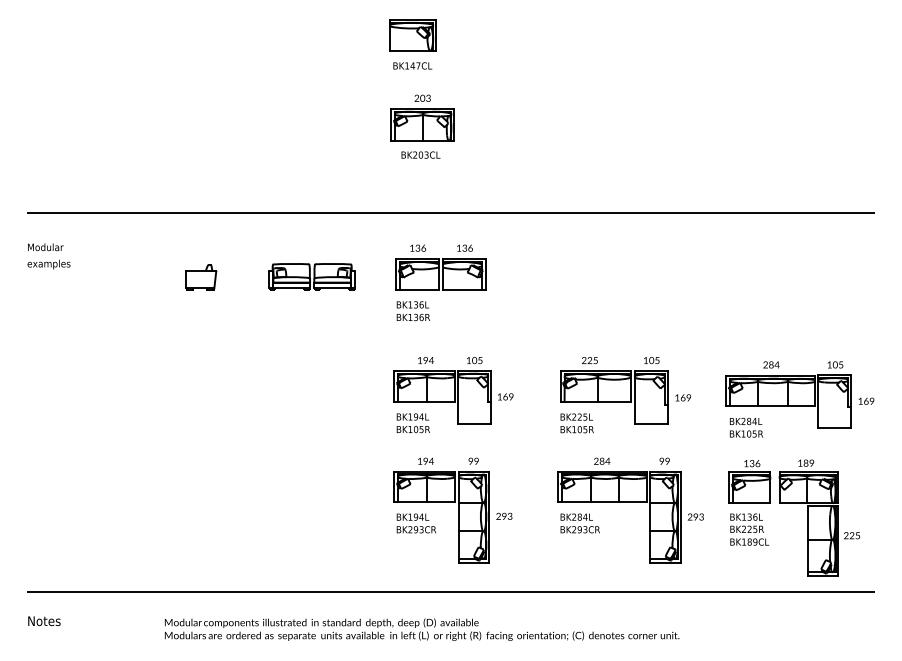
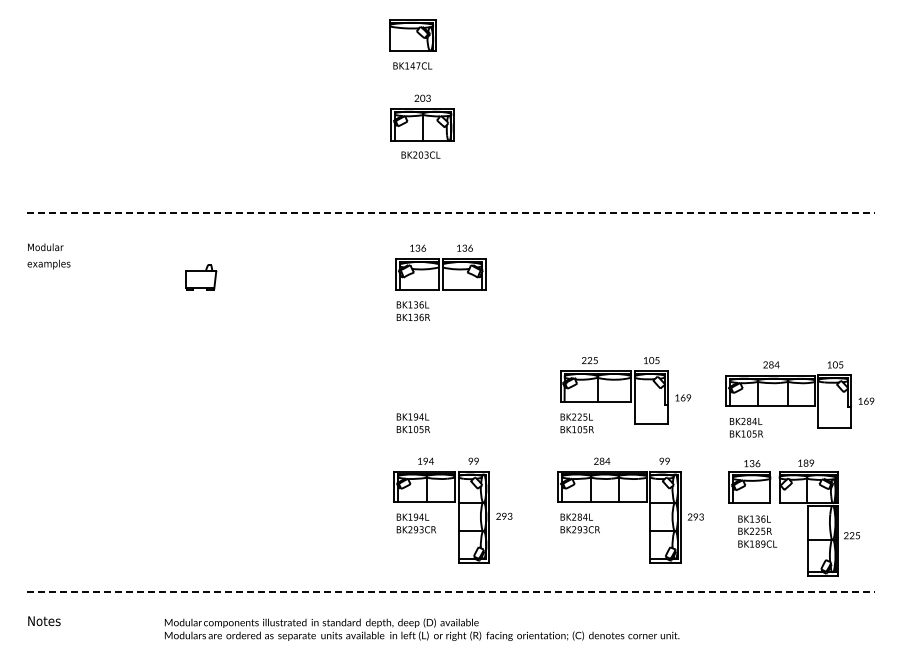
line at (451, 212): solid -> dashed
part at (311, 276): present -> none
part at (453, 390): present -> none
text at (749, 529) position: (749, 529) -> (757, 531)
line at (451, 592): solid -> dashed
